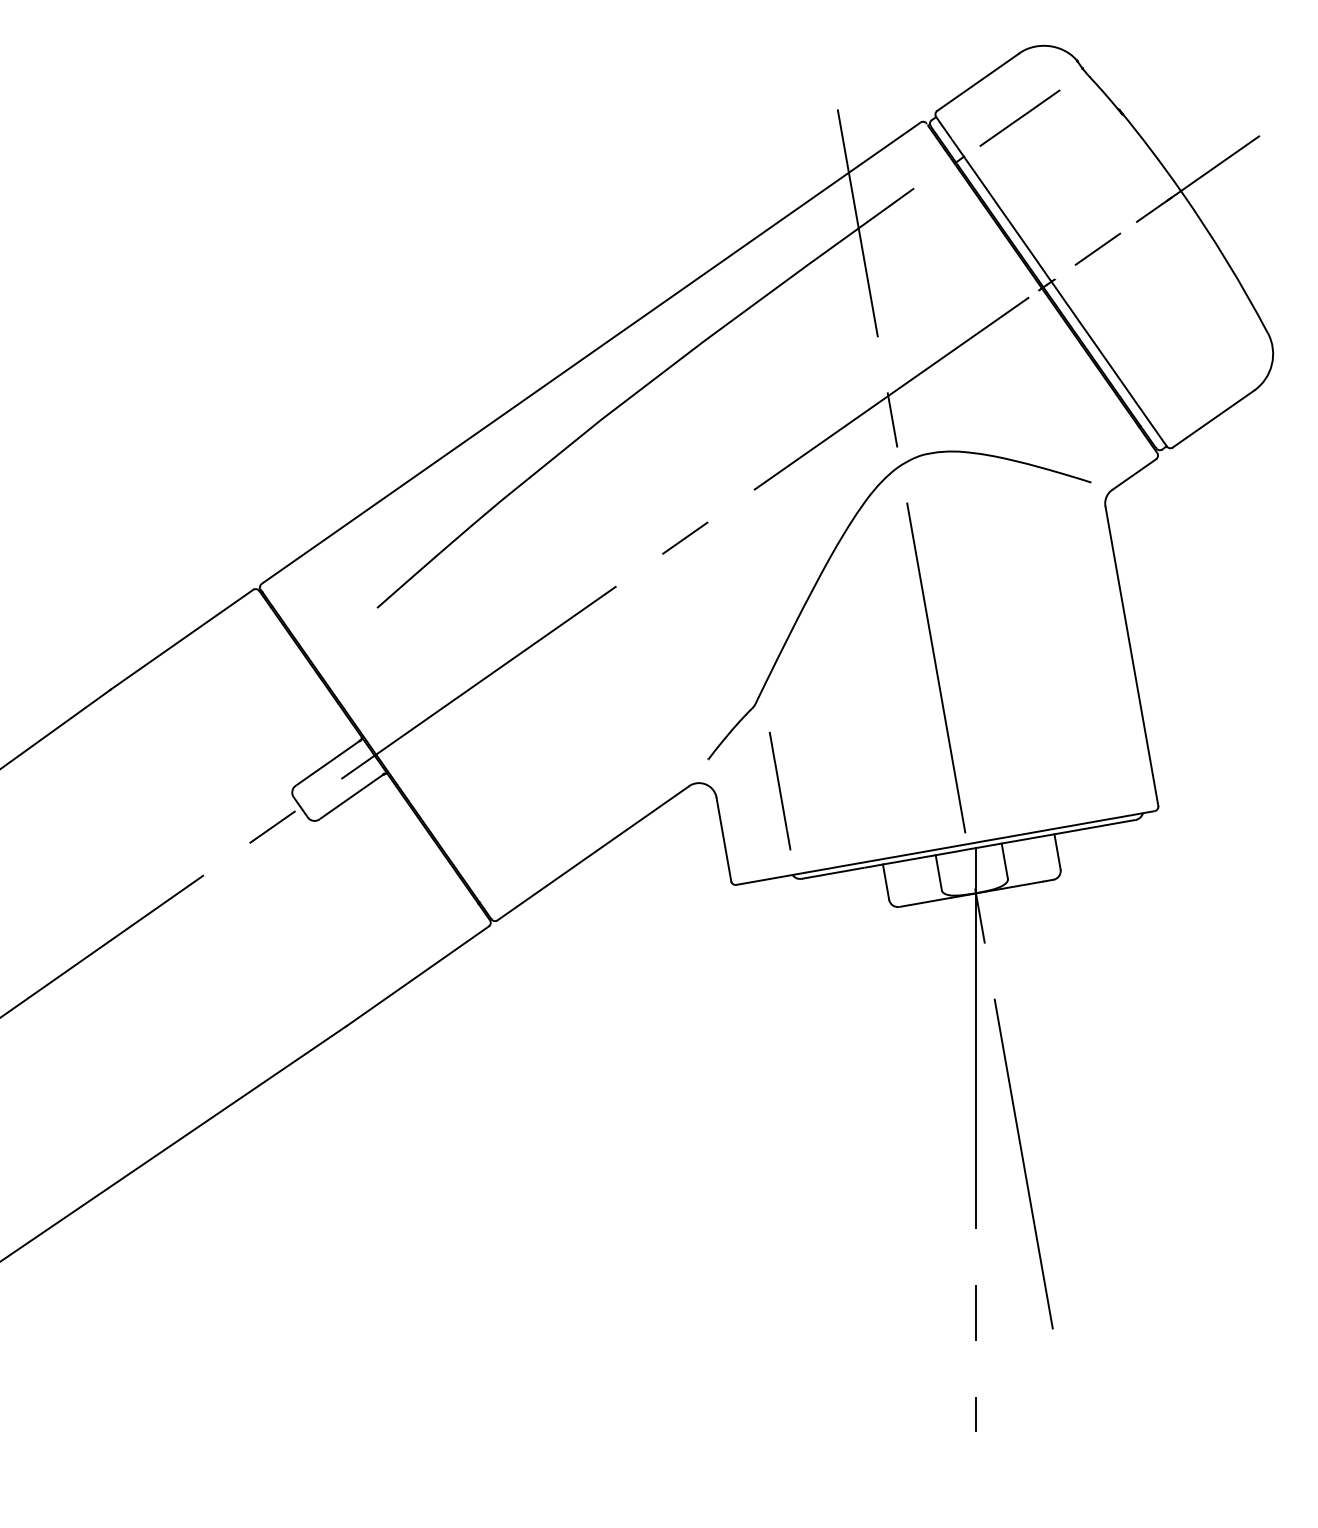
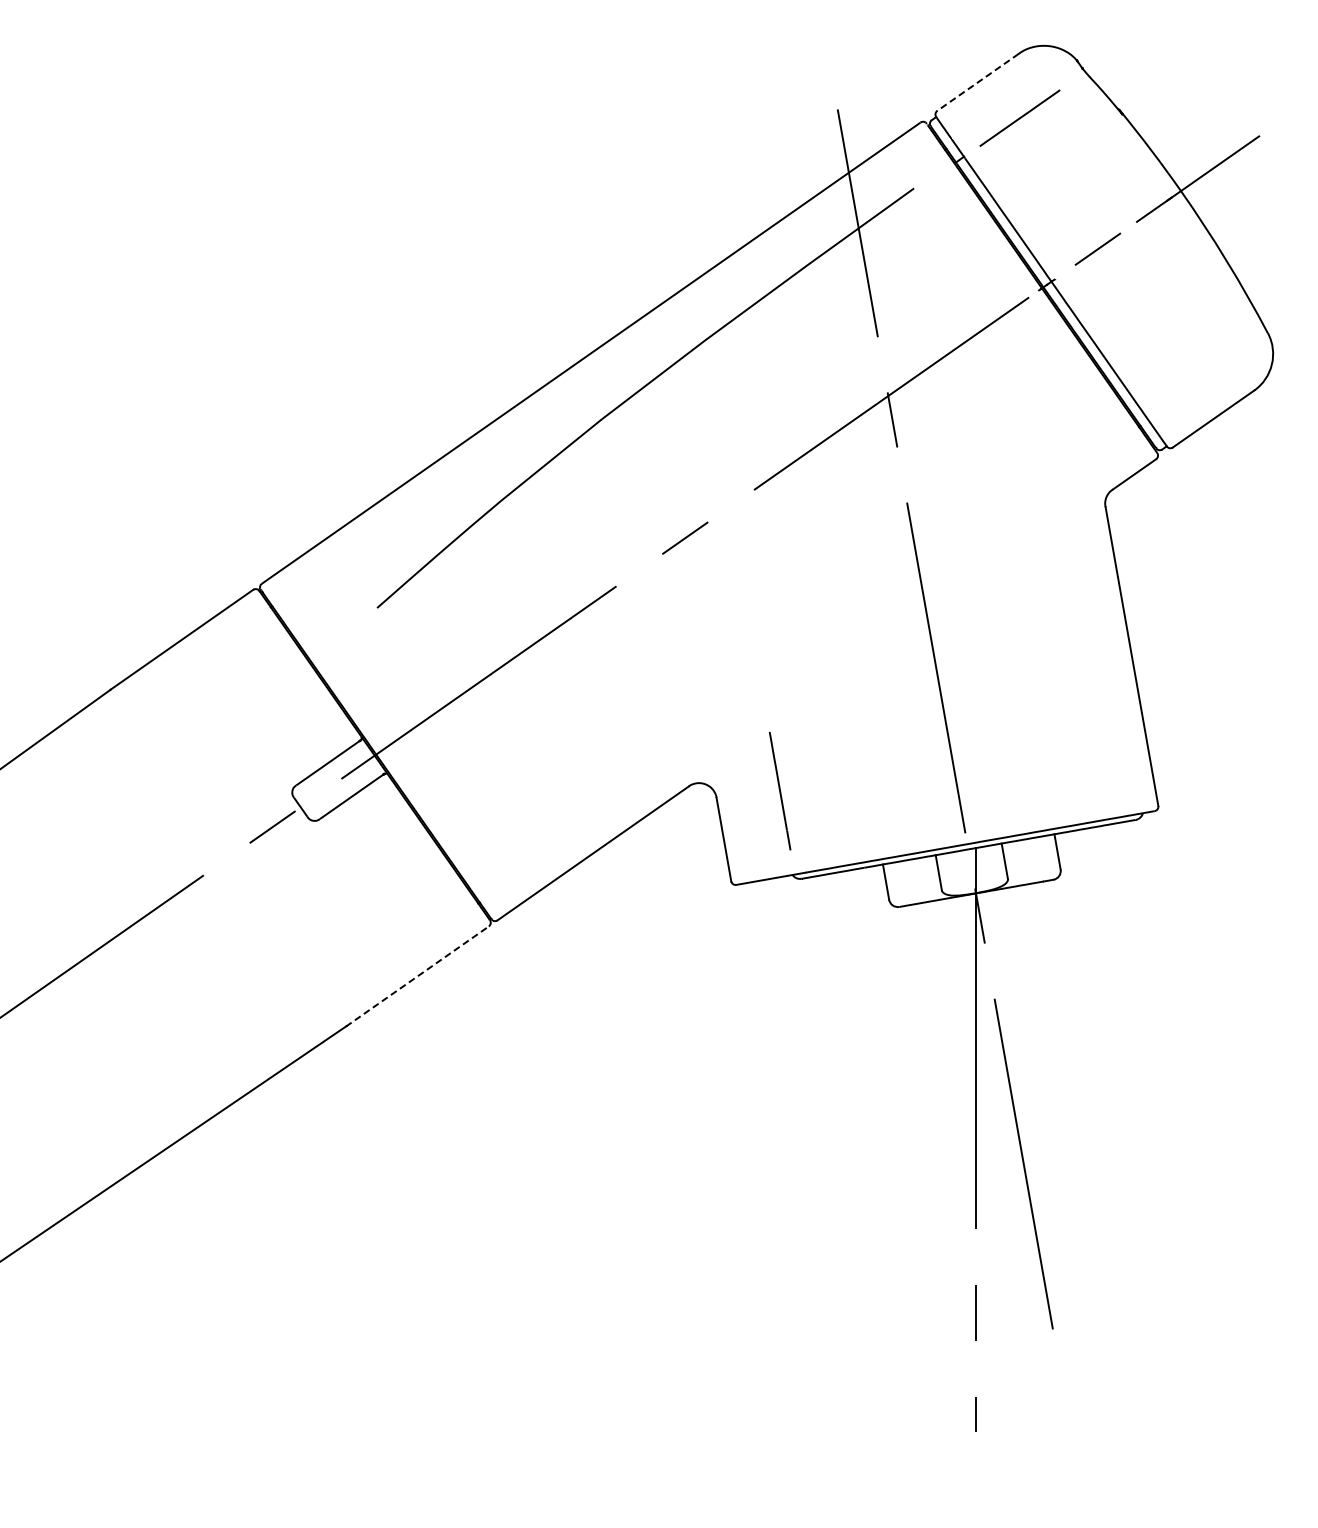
line at (977, 82): solid -> dashed
part at (829, 561): present -> none
line at (417, 976): solid -> dashed
